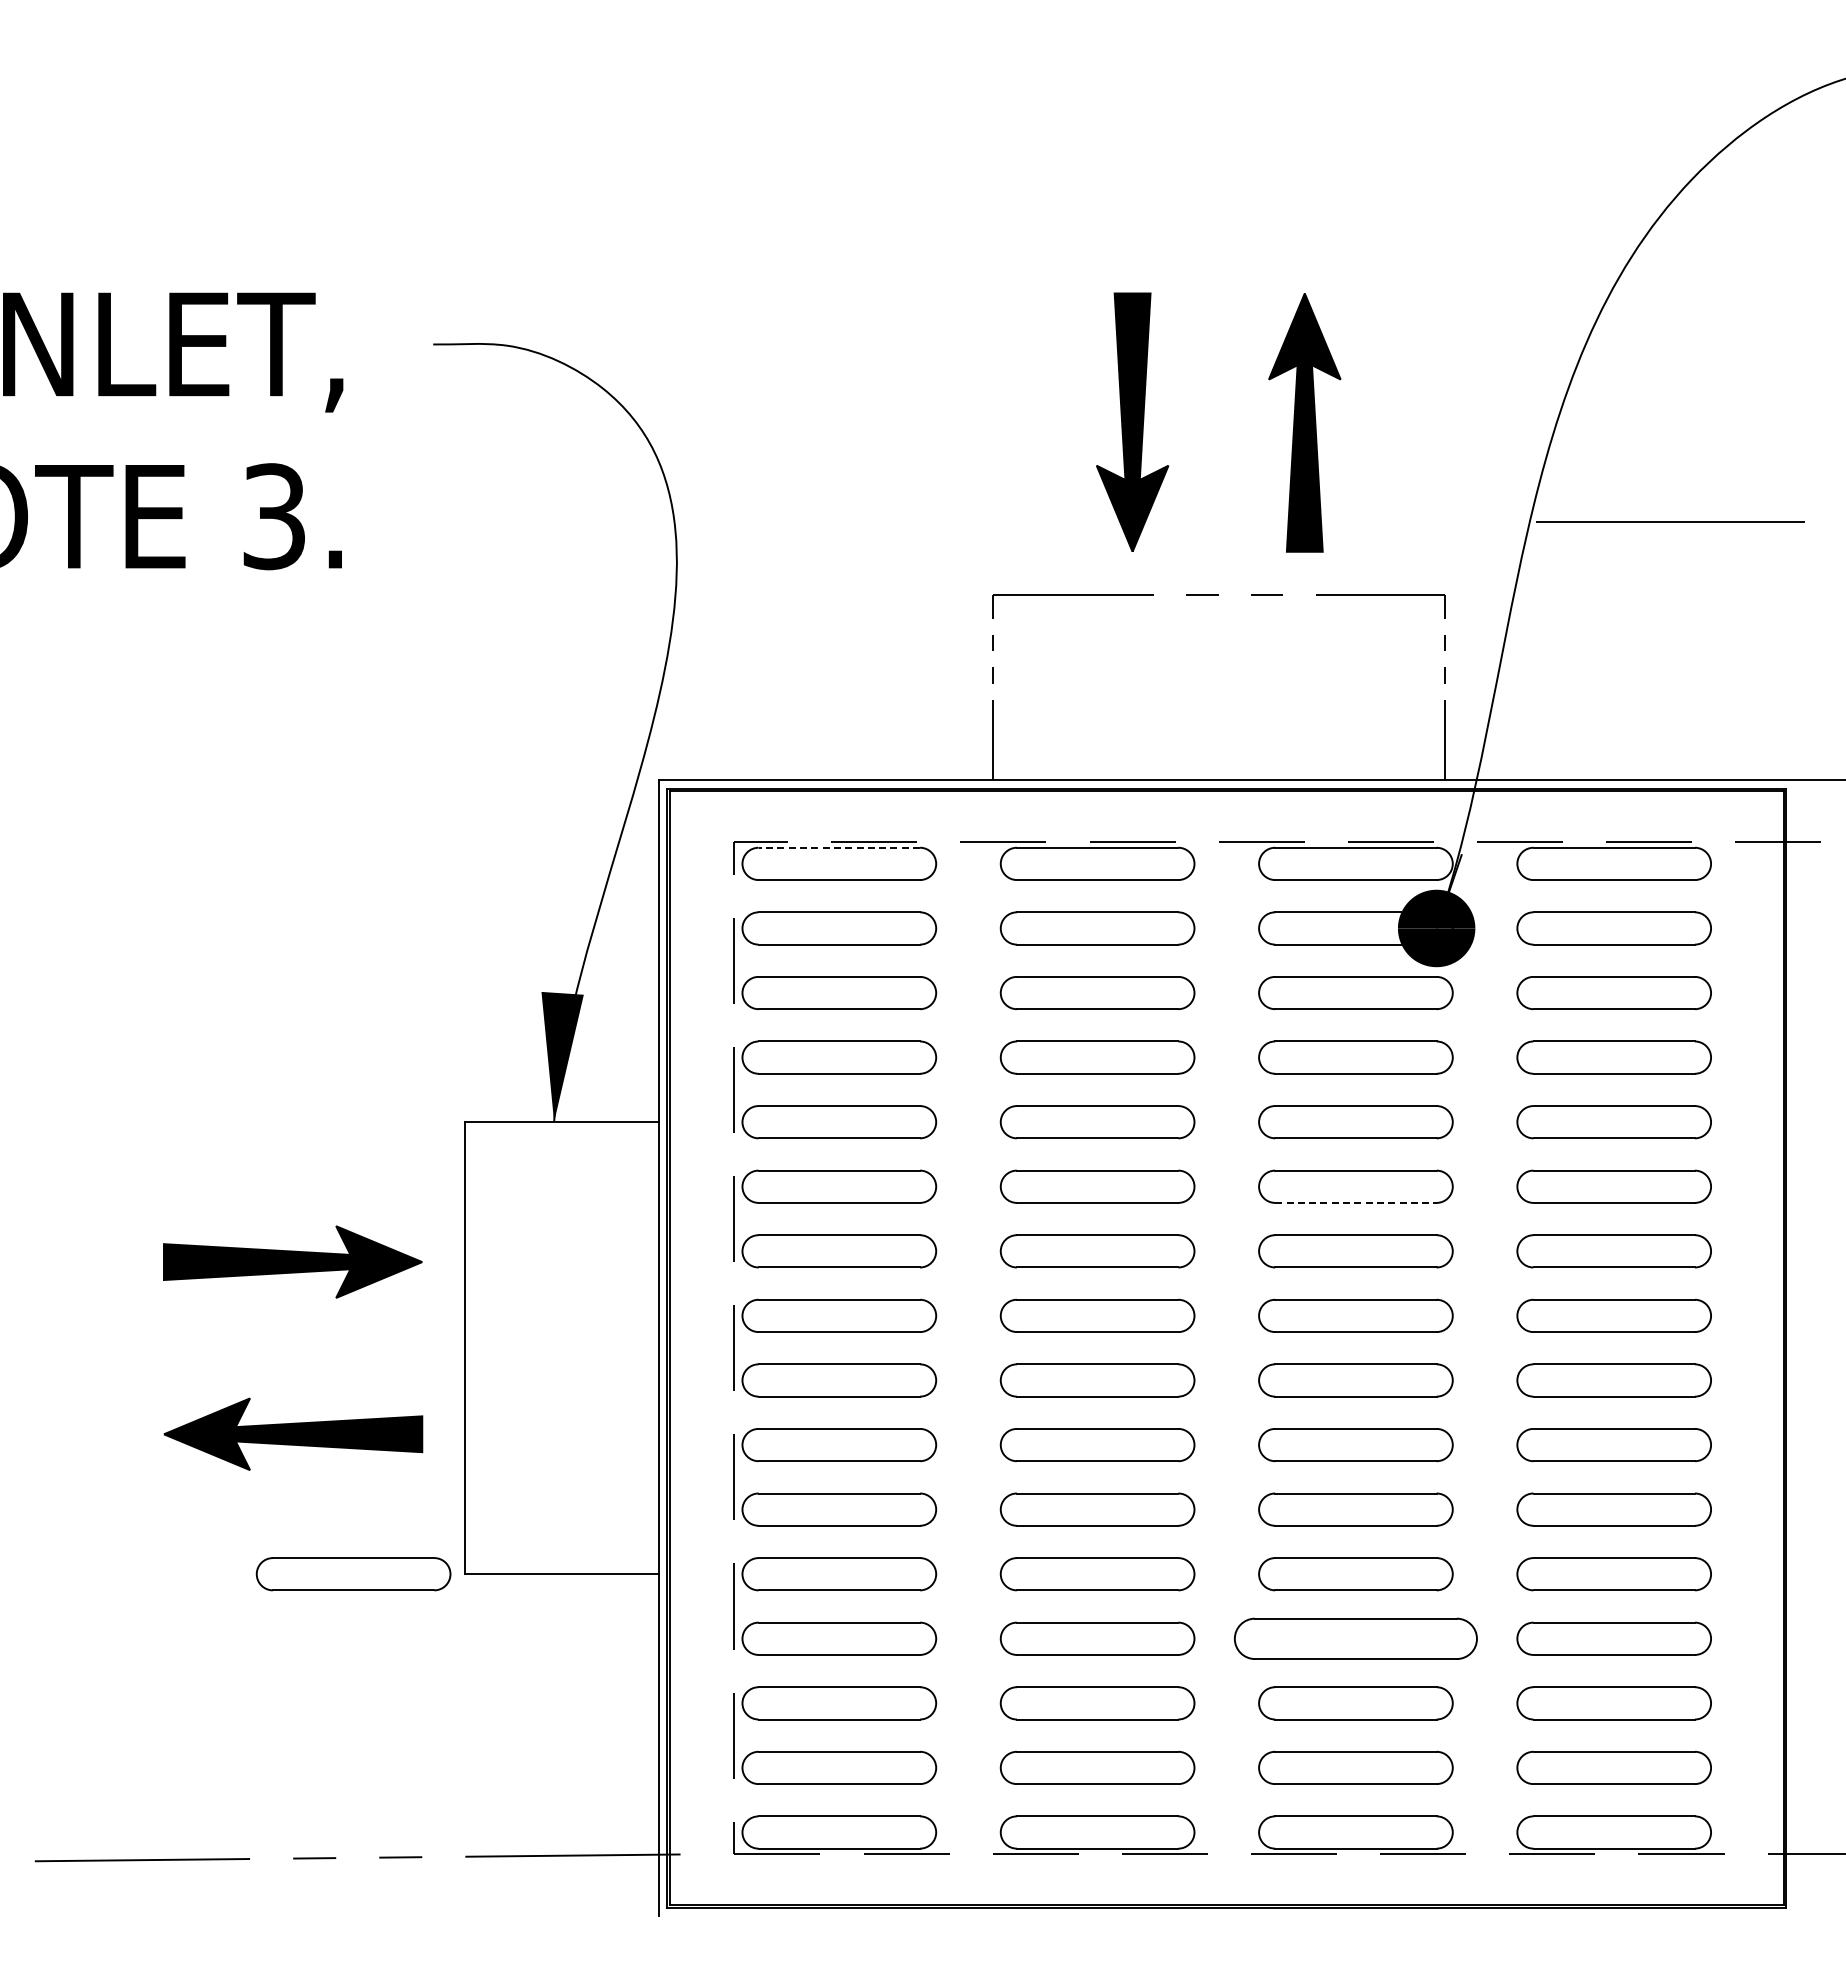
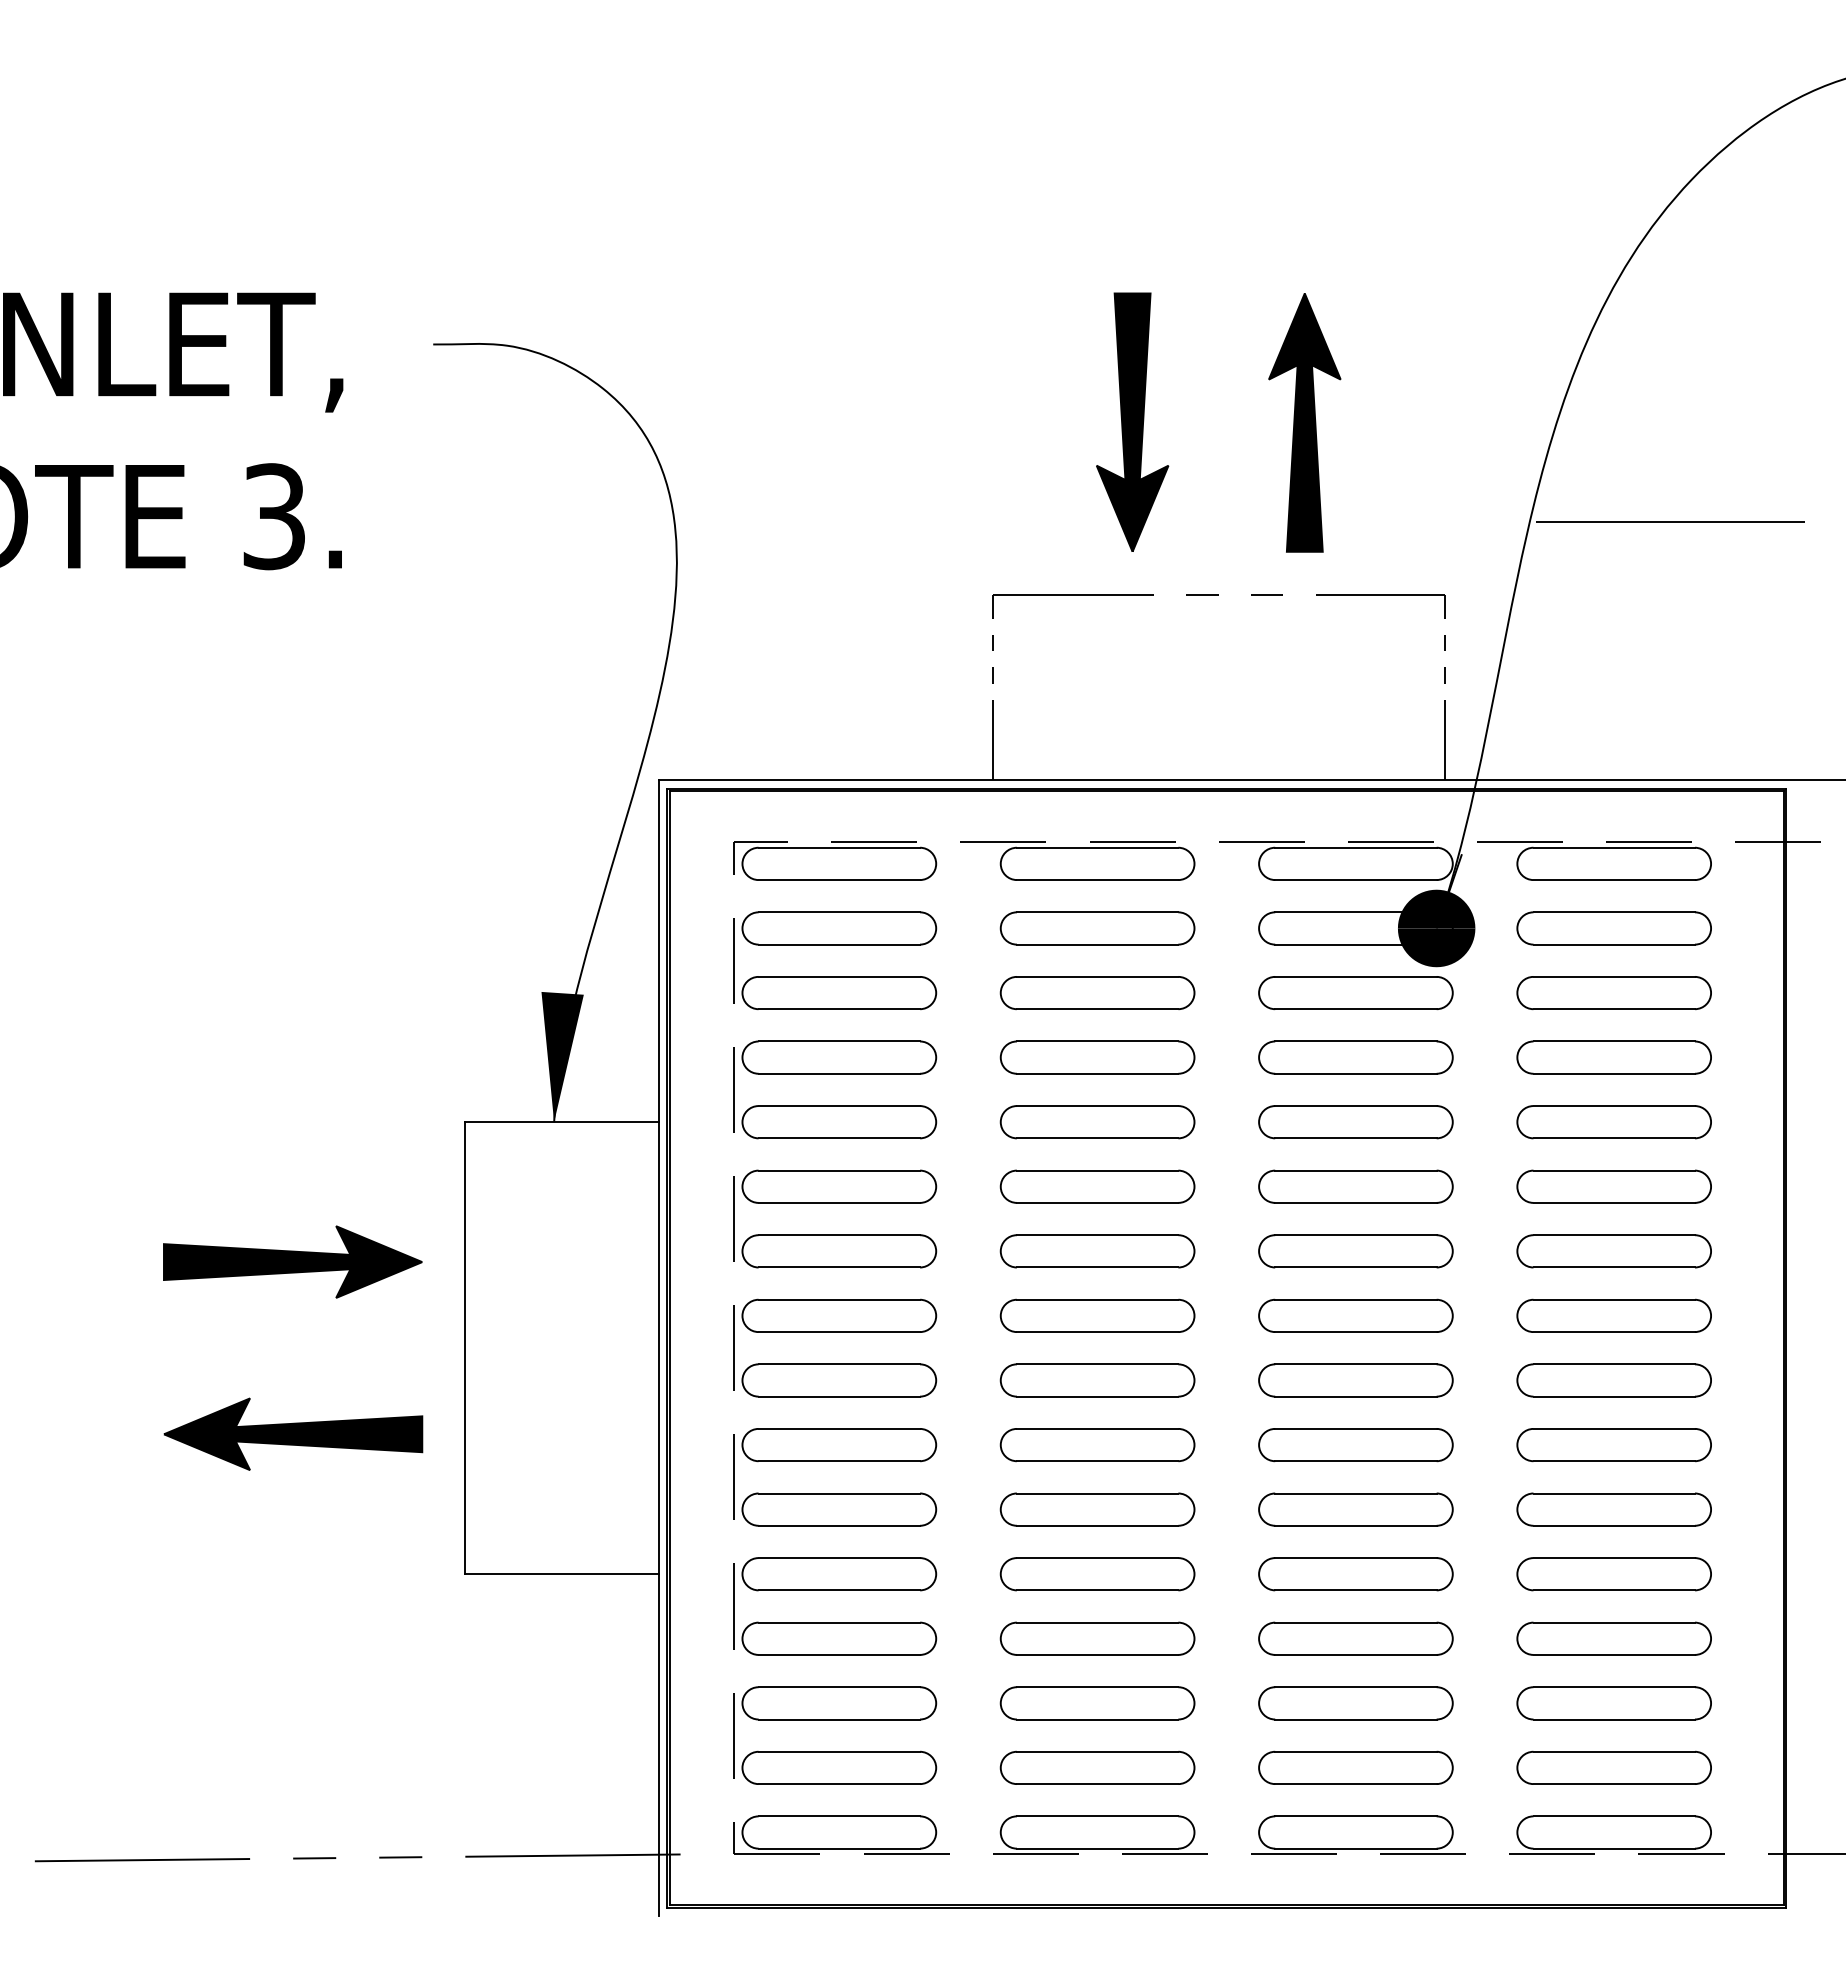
line at (839, 847): dashed -> solid
line at (1355, 1202): dashed -> solid
part at (353, 1574): present -> none
part at (1355, 1638) size: 244x43 px -> 196x35 px
